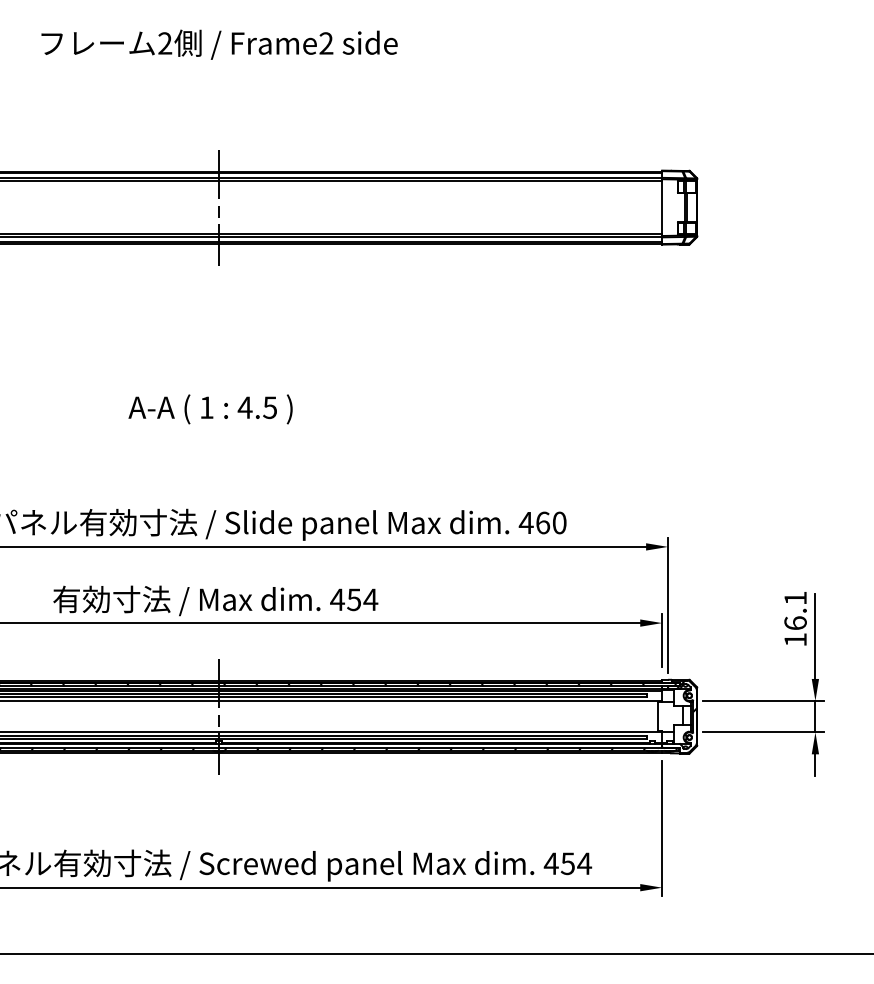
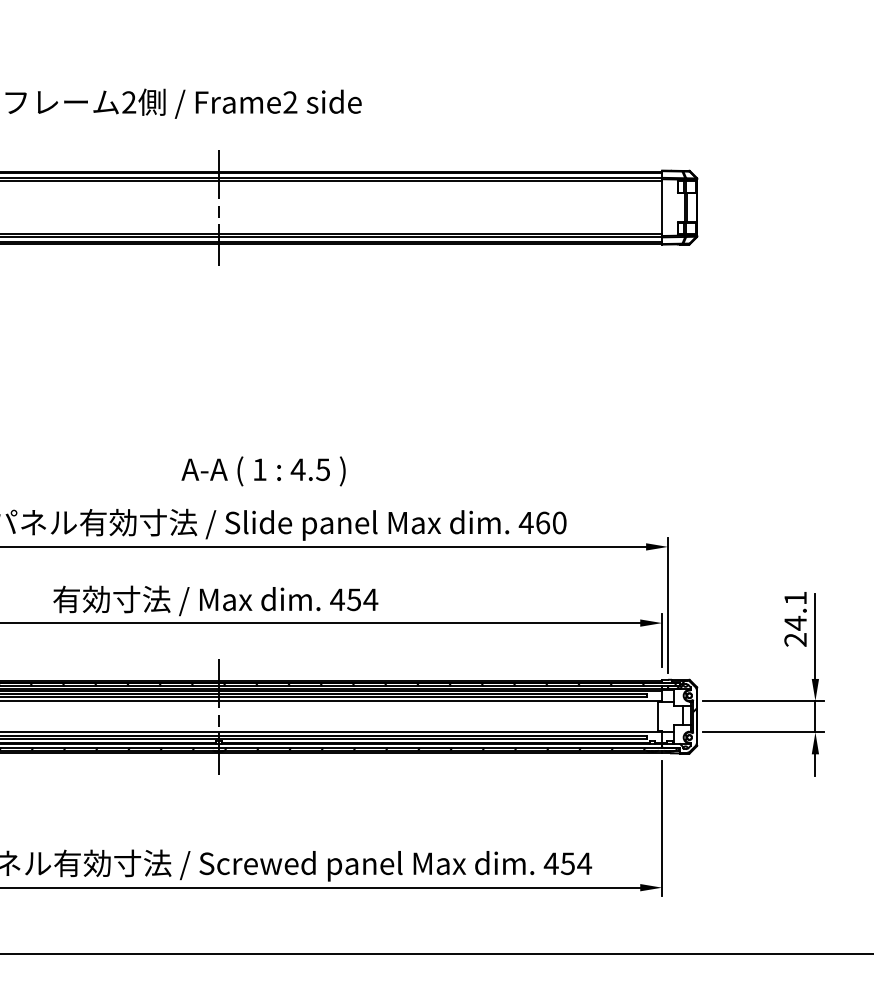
text at (219, 44) position: (219, 44) -> (183, 103)
text at (210, 409) position: (210, 409) -> (263, 471)
text at (795, 630): 16.1 -> 24.1
